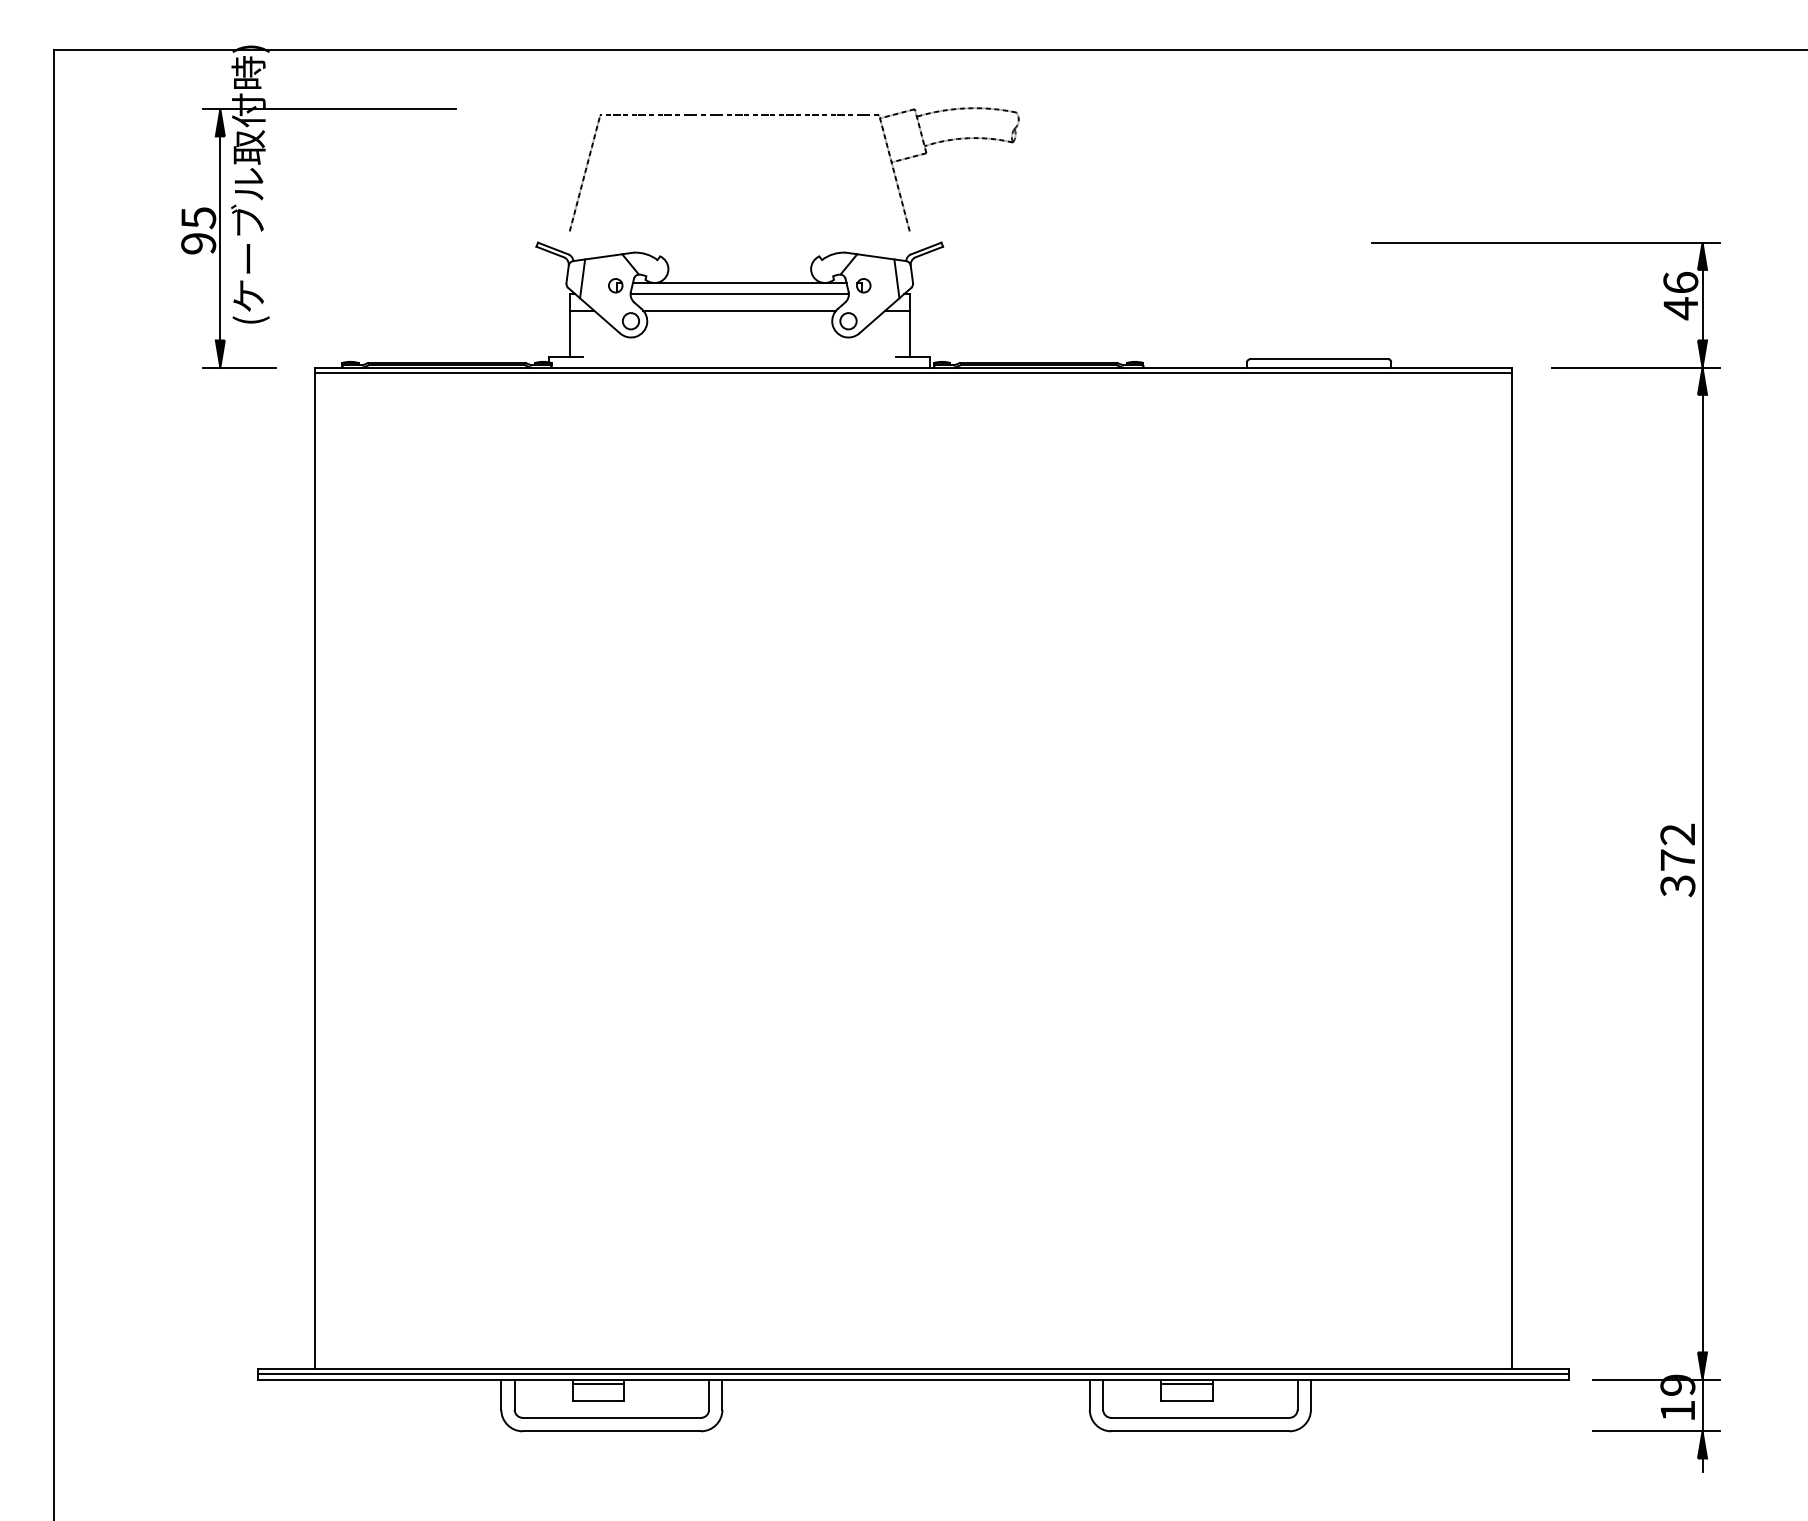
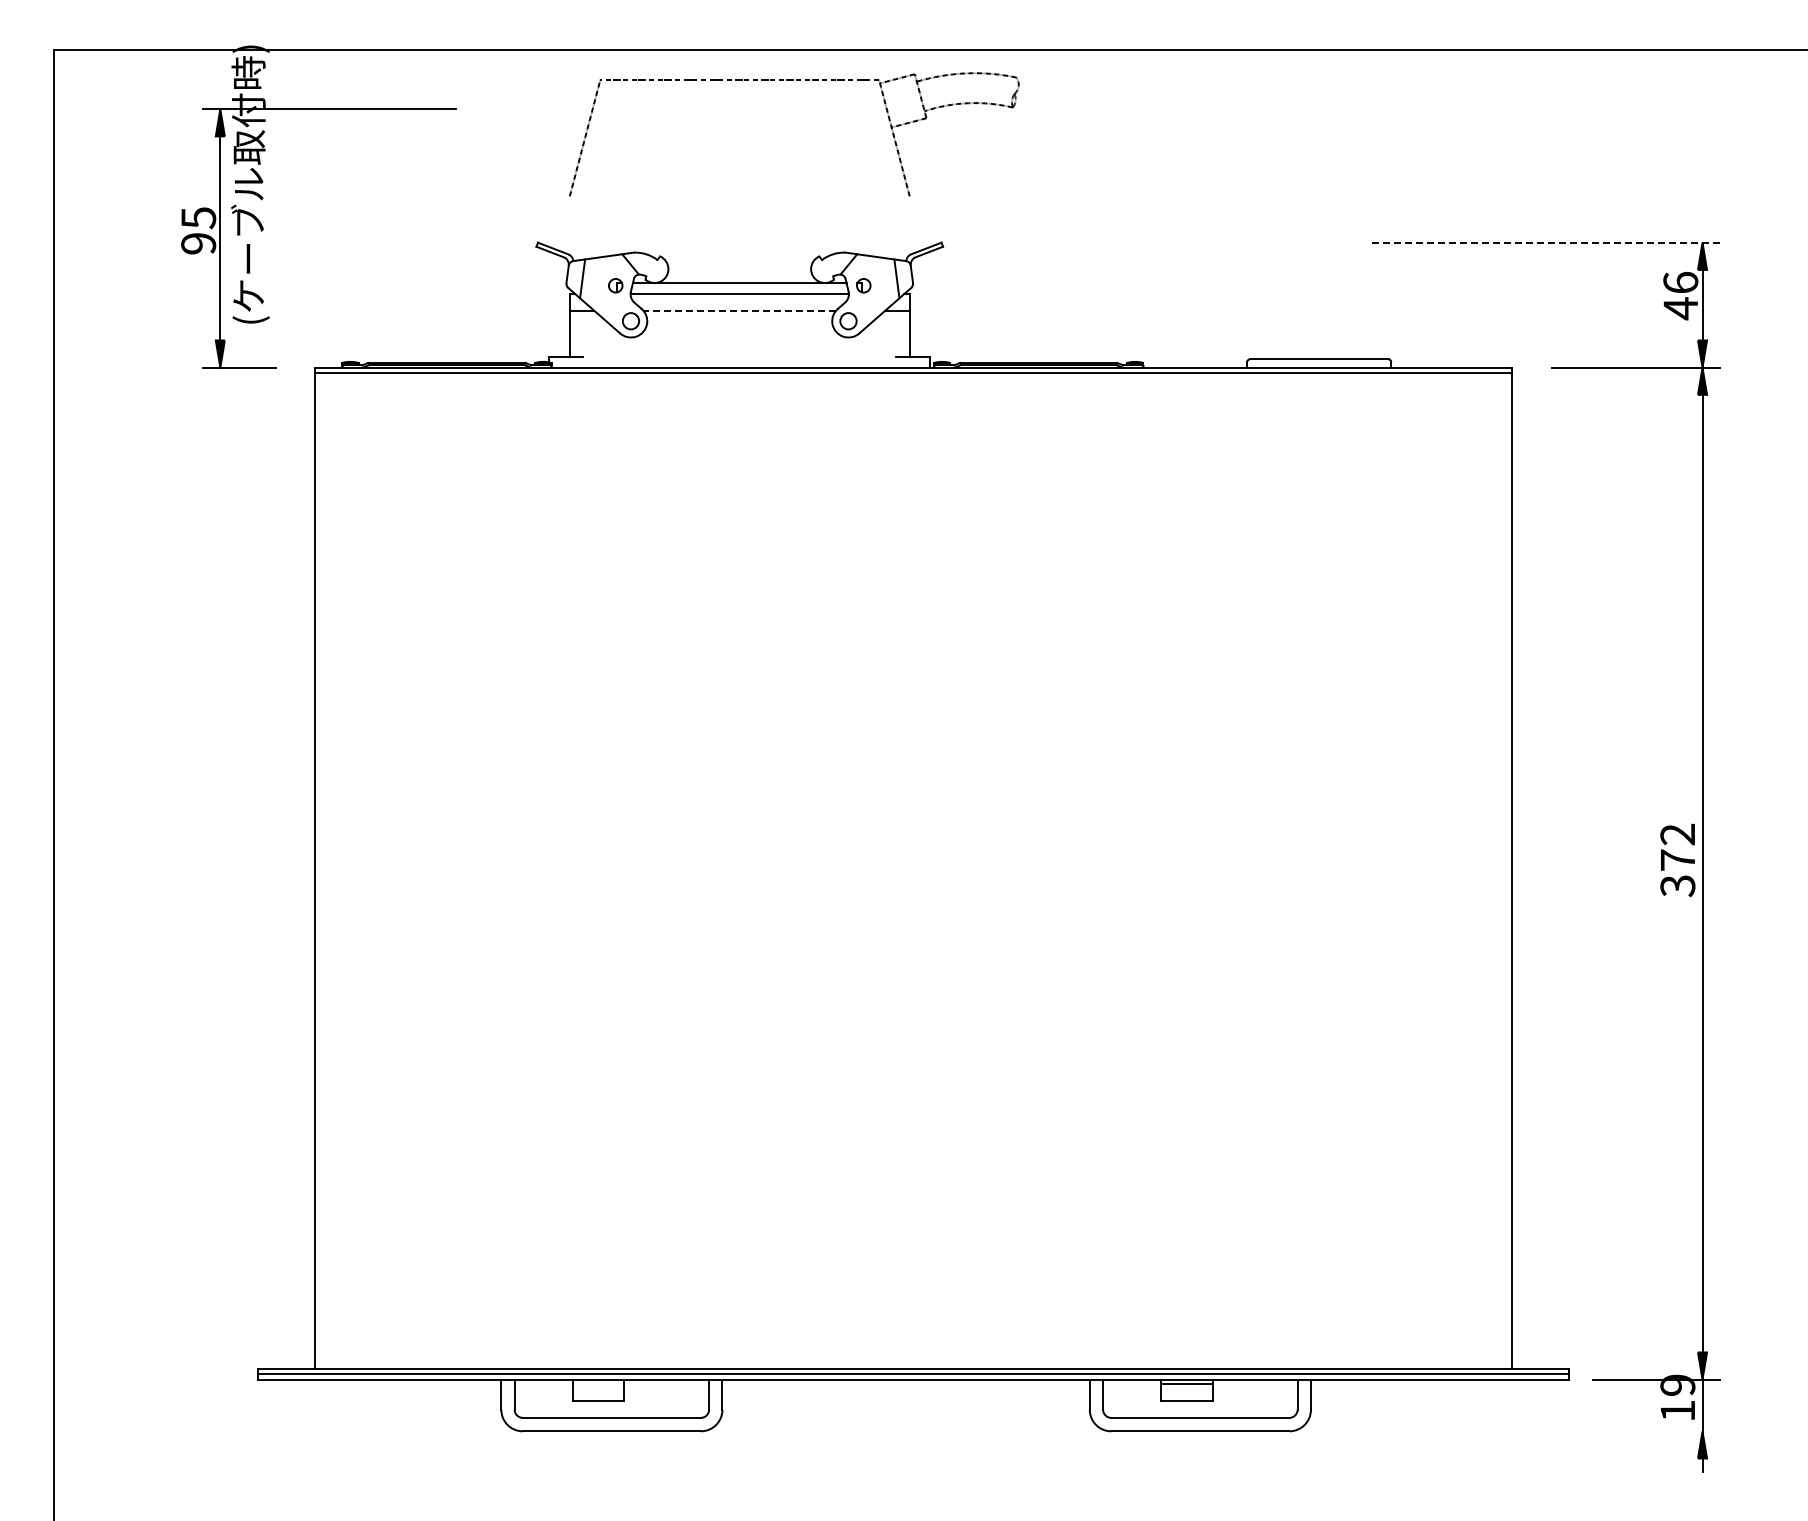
part at (793, 115) position: (793, 115) -> (793, 80)
line at (1545, 242): solid -> dashed
line at (739, 310): solid -> dashed
line at (598, 1383): present -> none
line at (1656, 1431): present -> none
